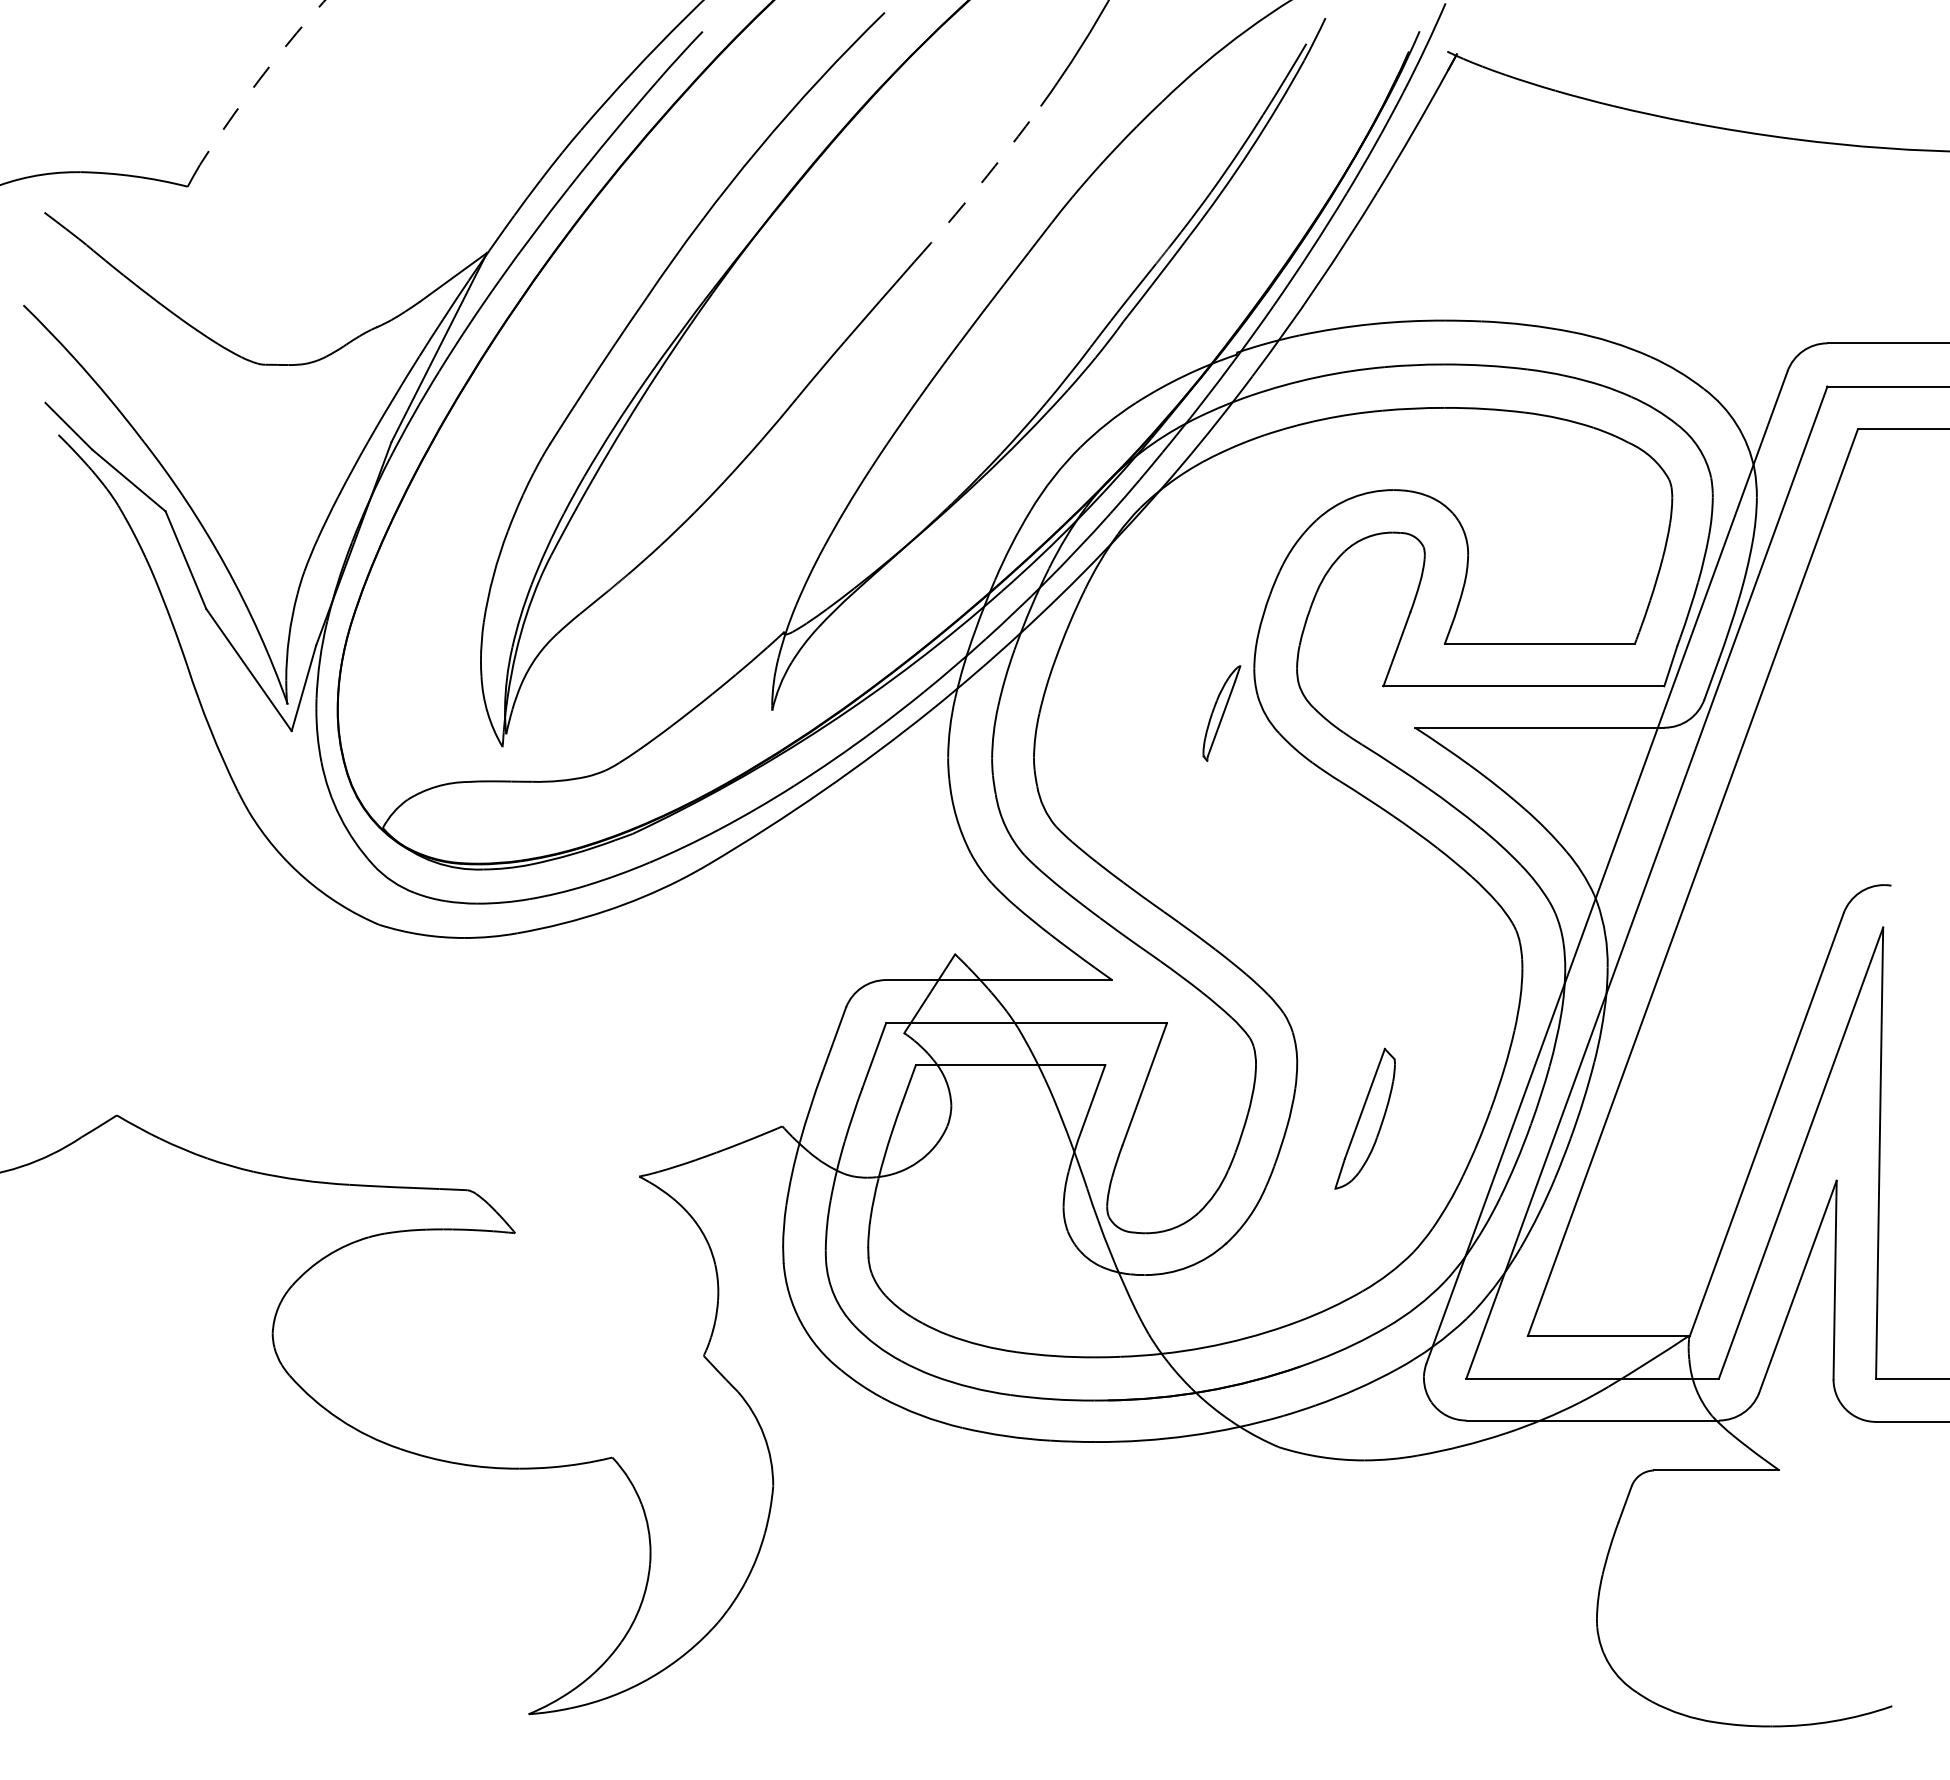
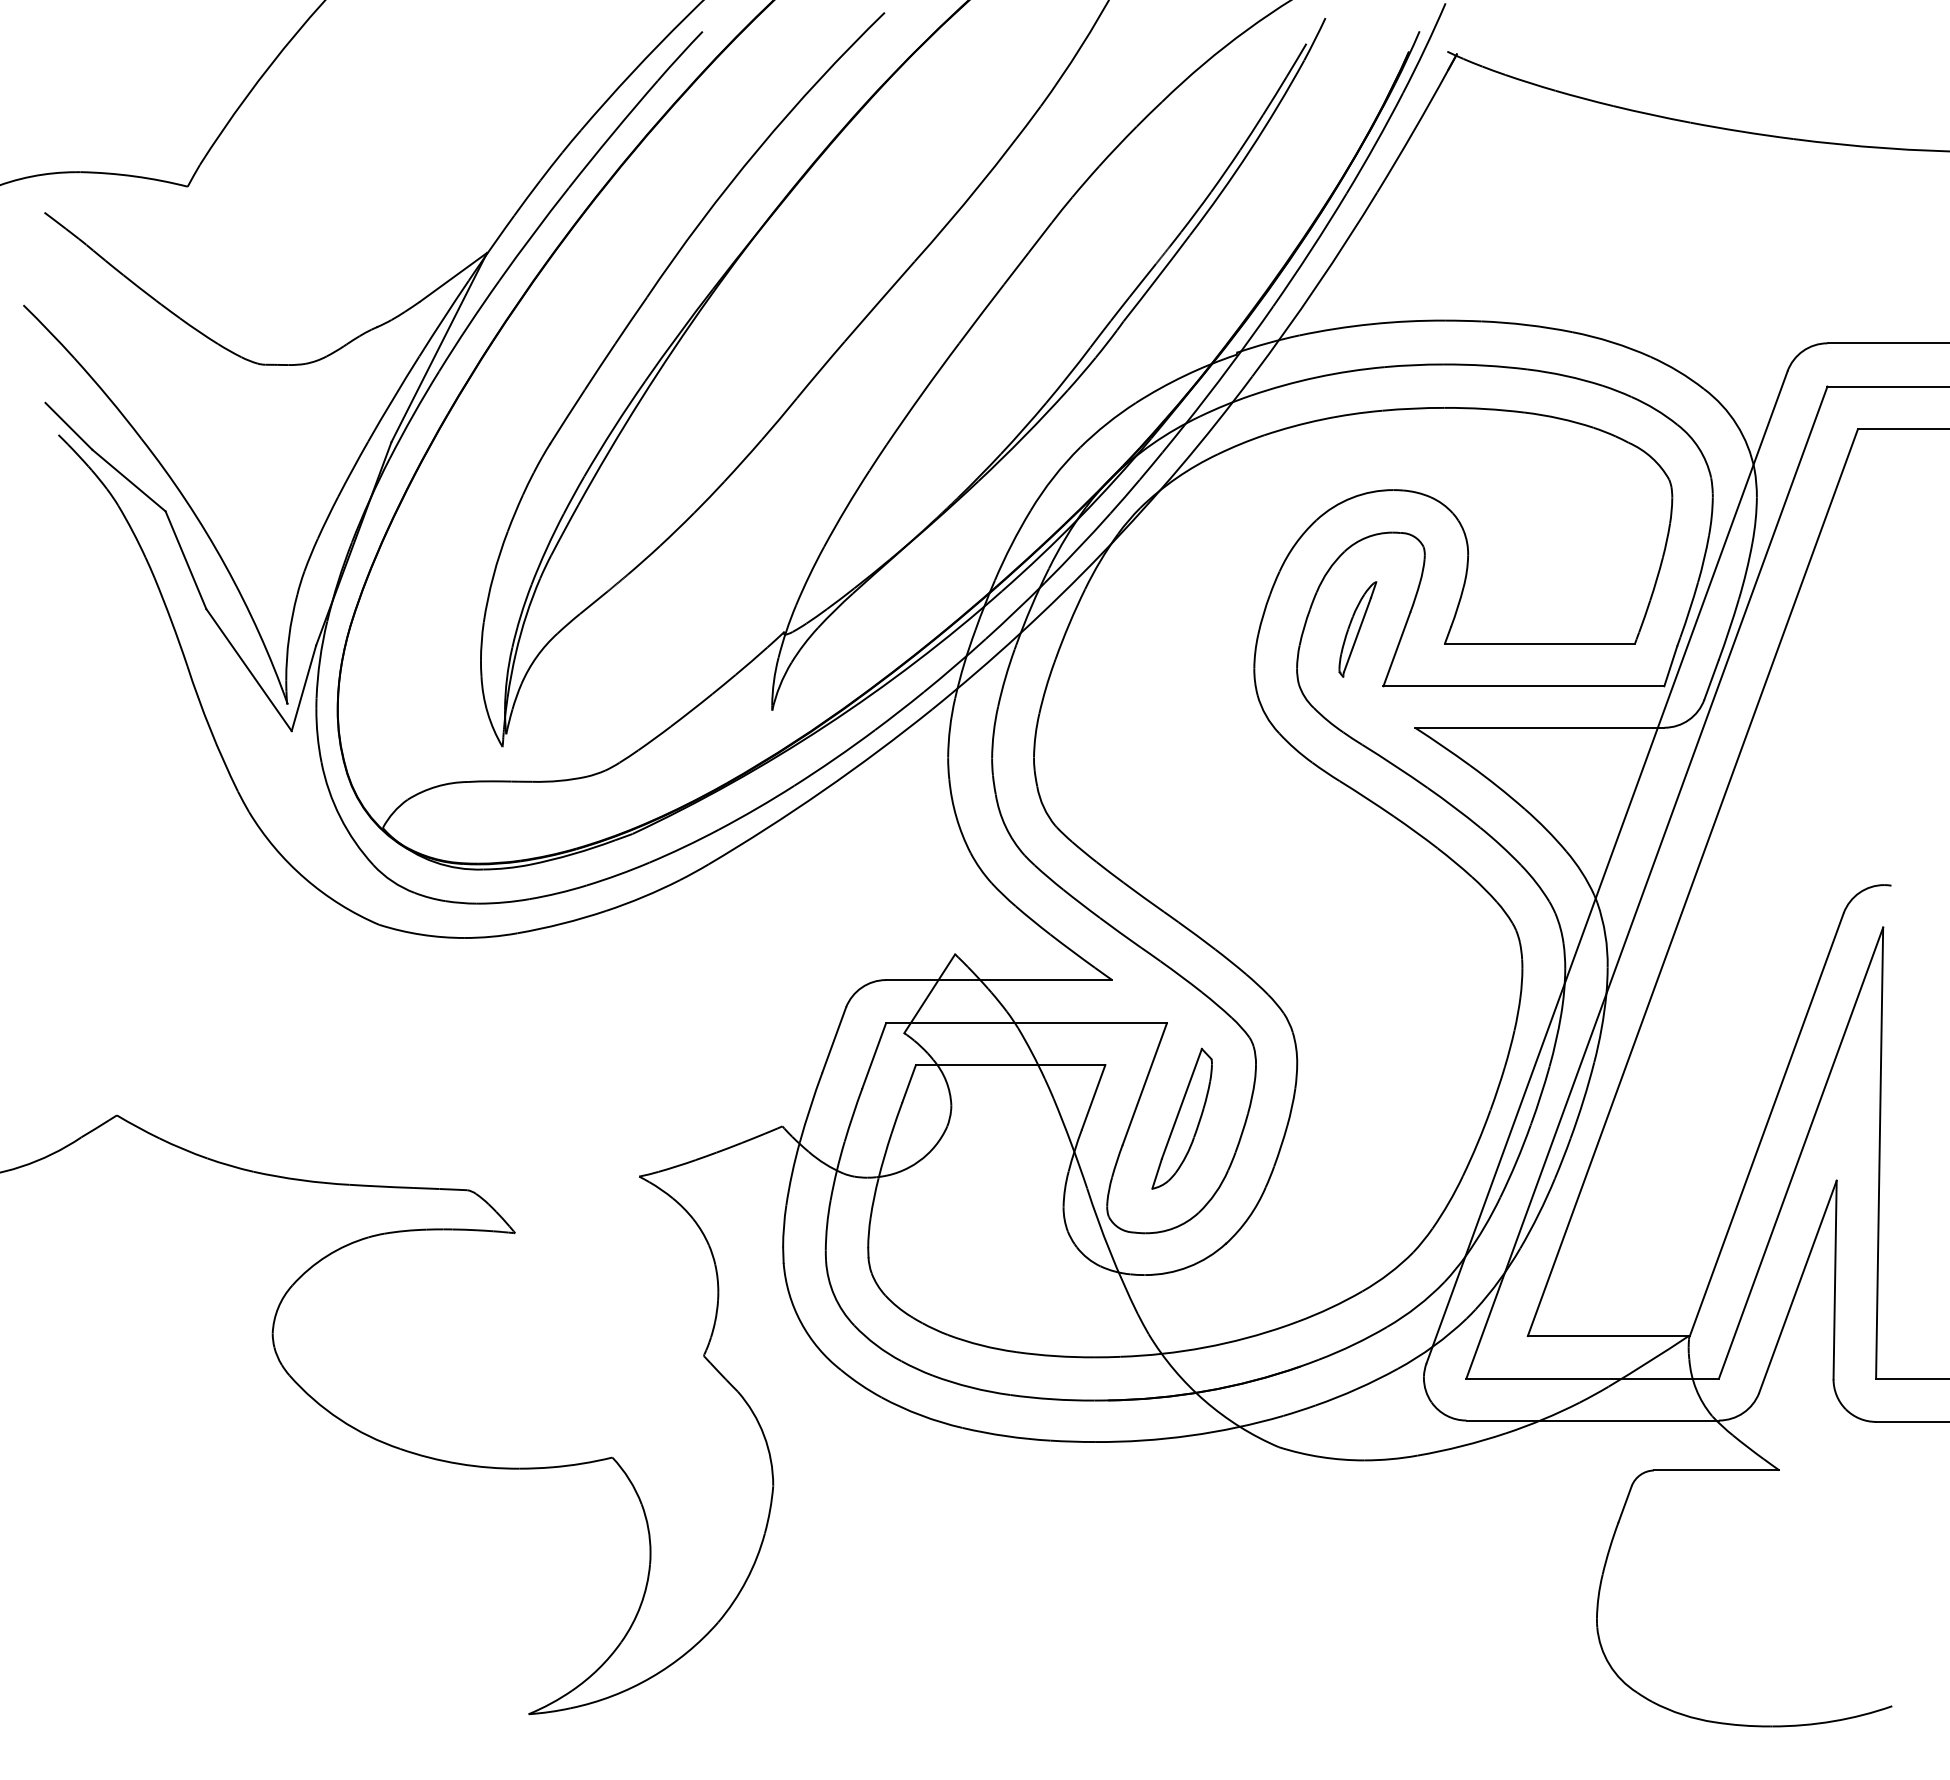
arc at (259, 80): dashed -> solid
arc at (979, 185): dashed -> solid
part at (1221, 713) position: (1221, 713) -> (1357, 629)
part at (1364, 1118) position: (1364, 1118) -> (1181, 1118)
